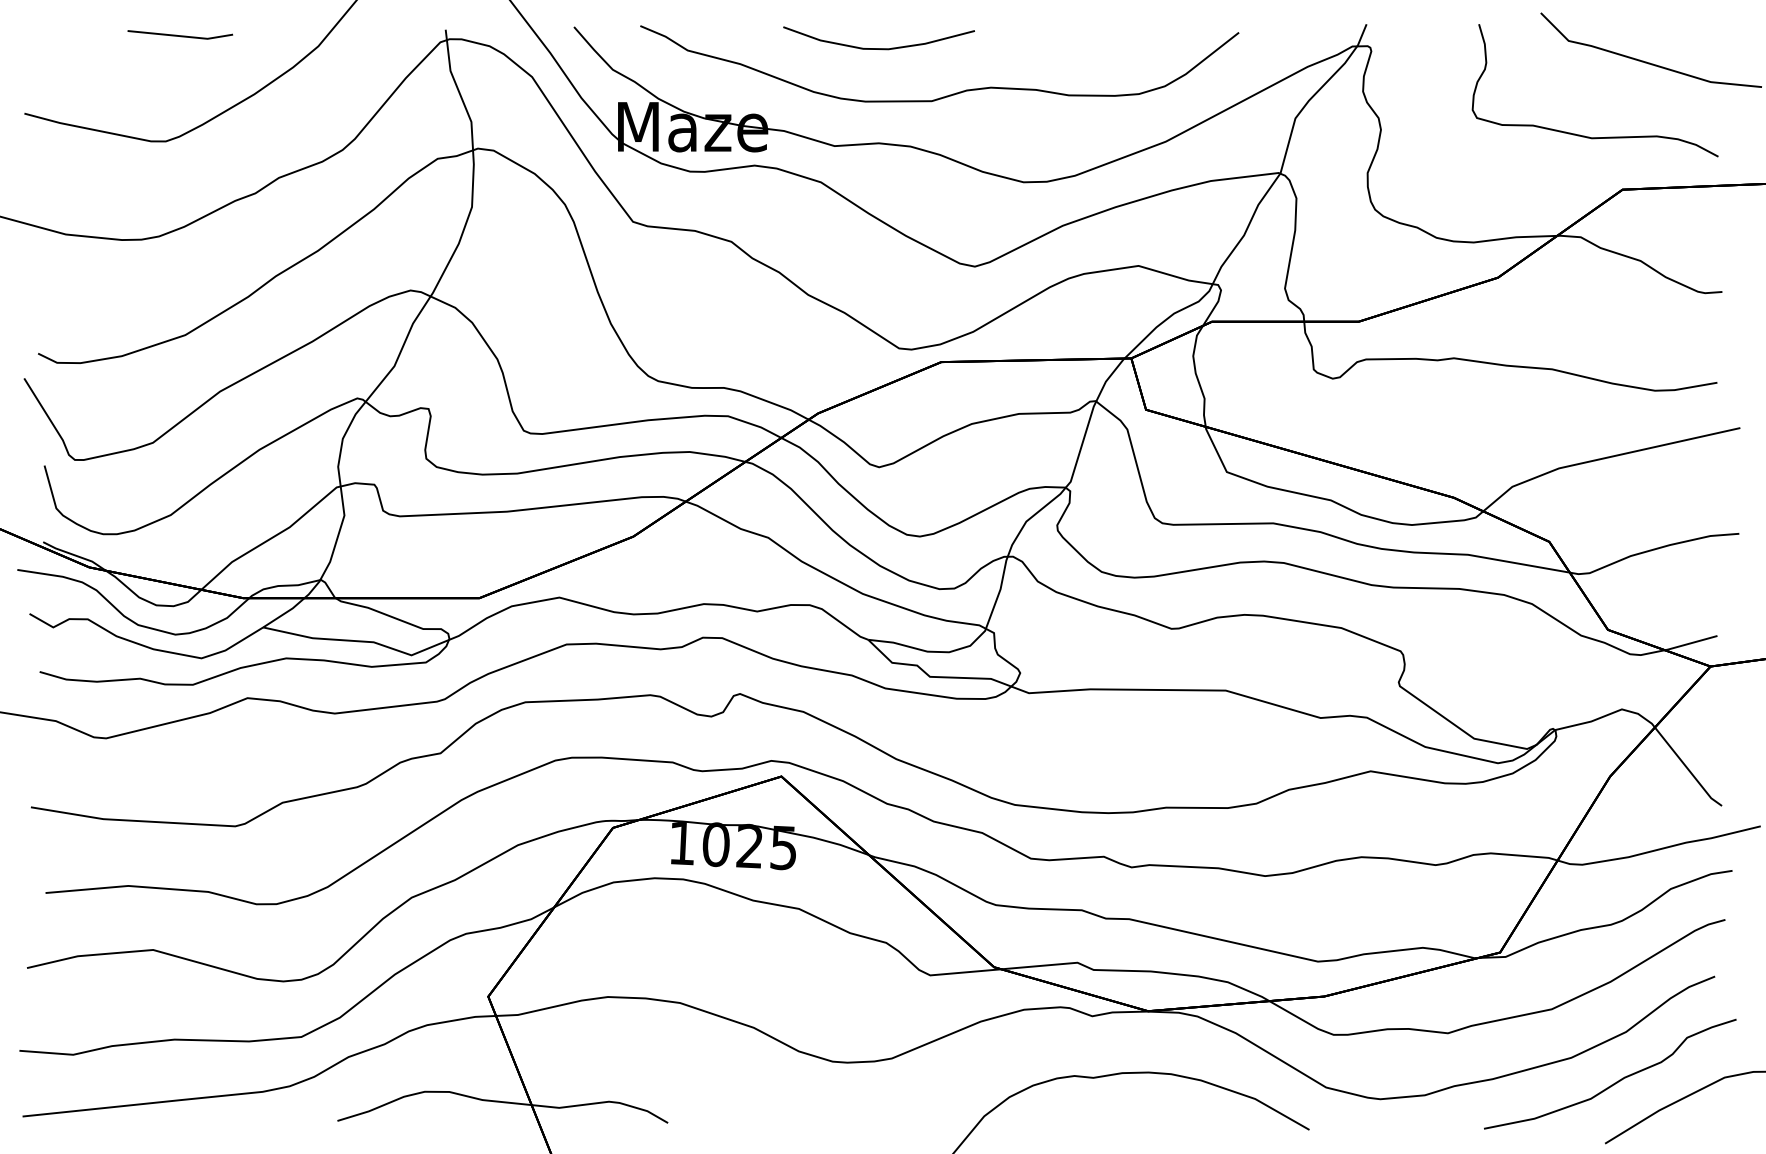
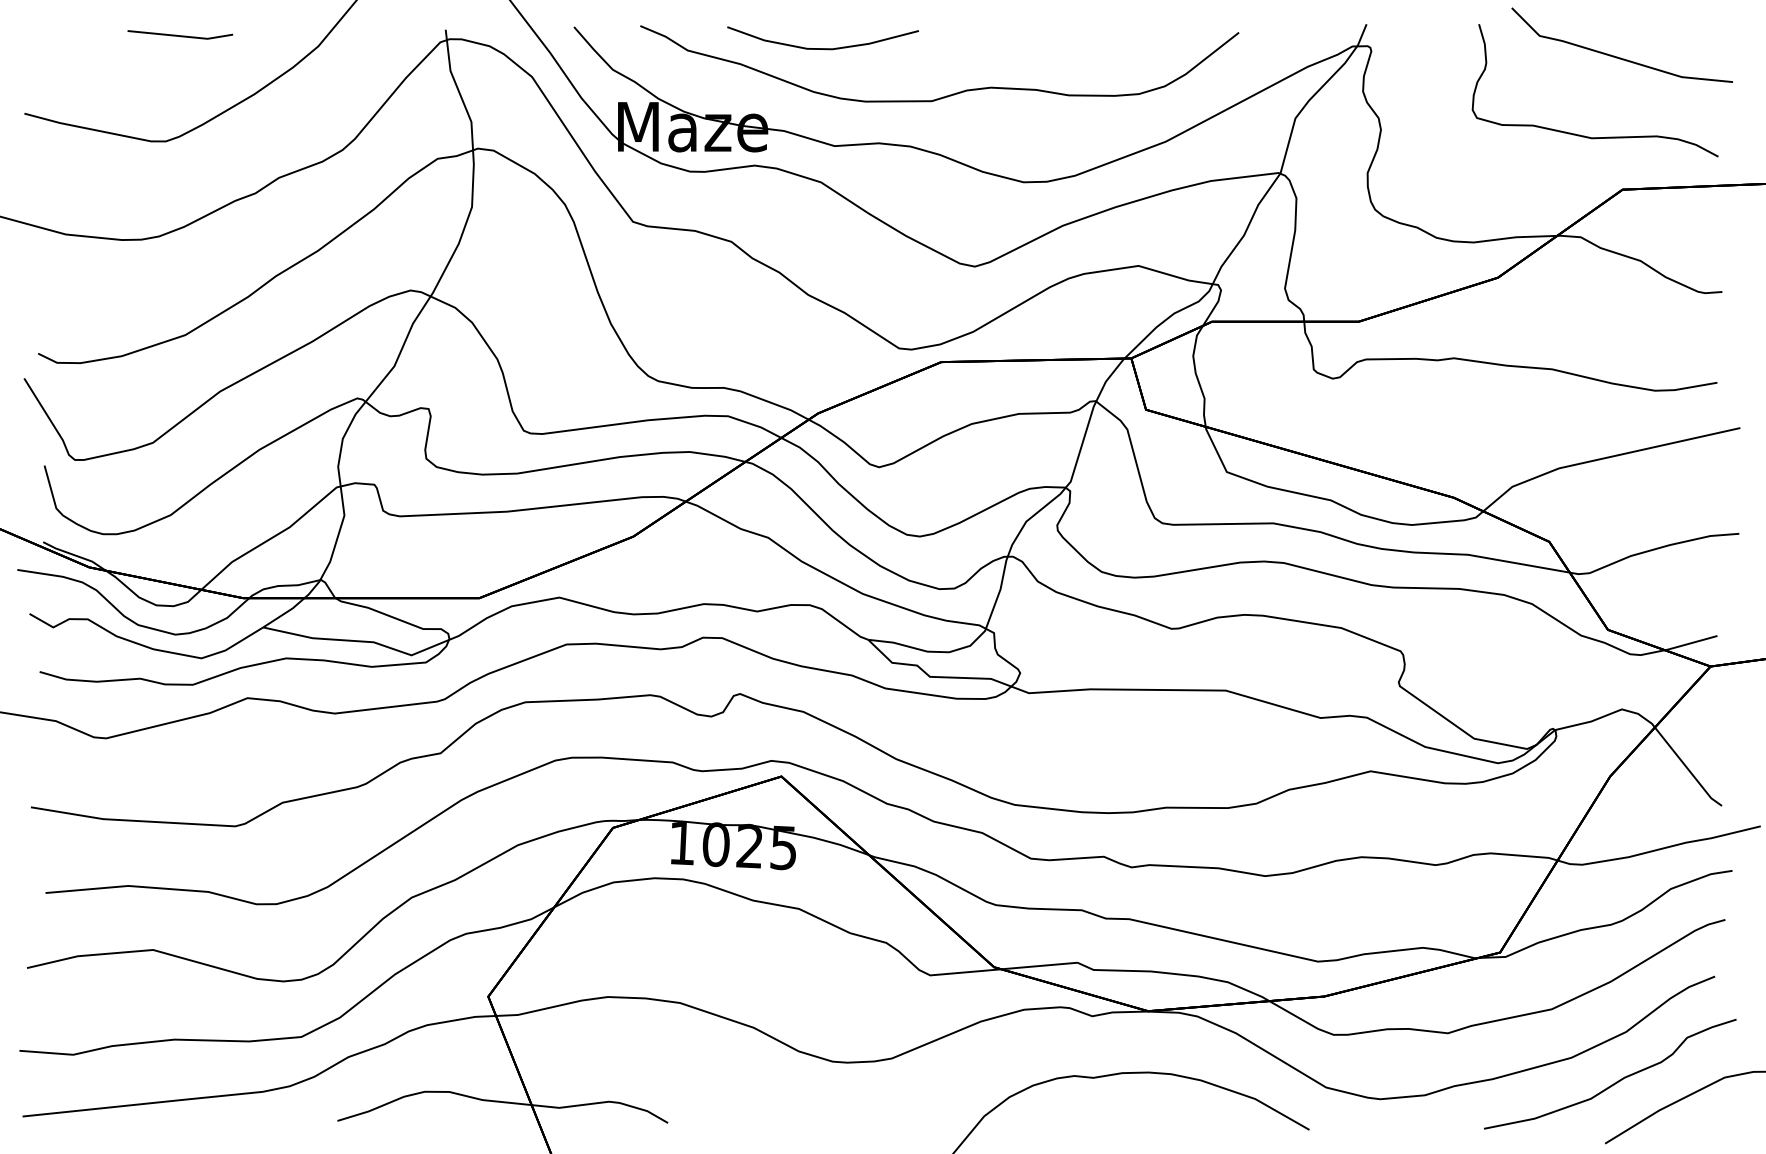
curve at (878, 48) position: (878, 48) -> (822, 48)
line at (1646, 61) position: (1646, 61) -> (1617, 56)
